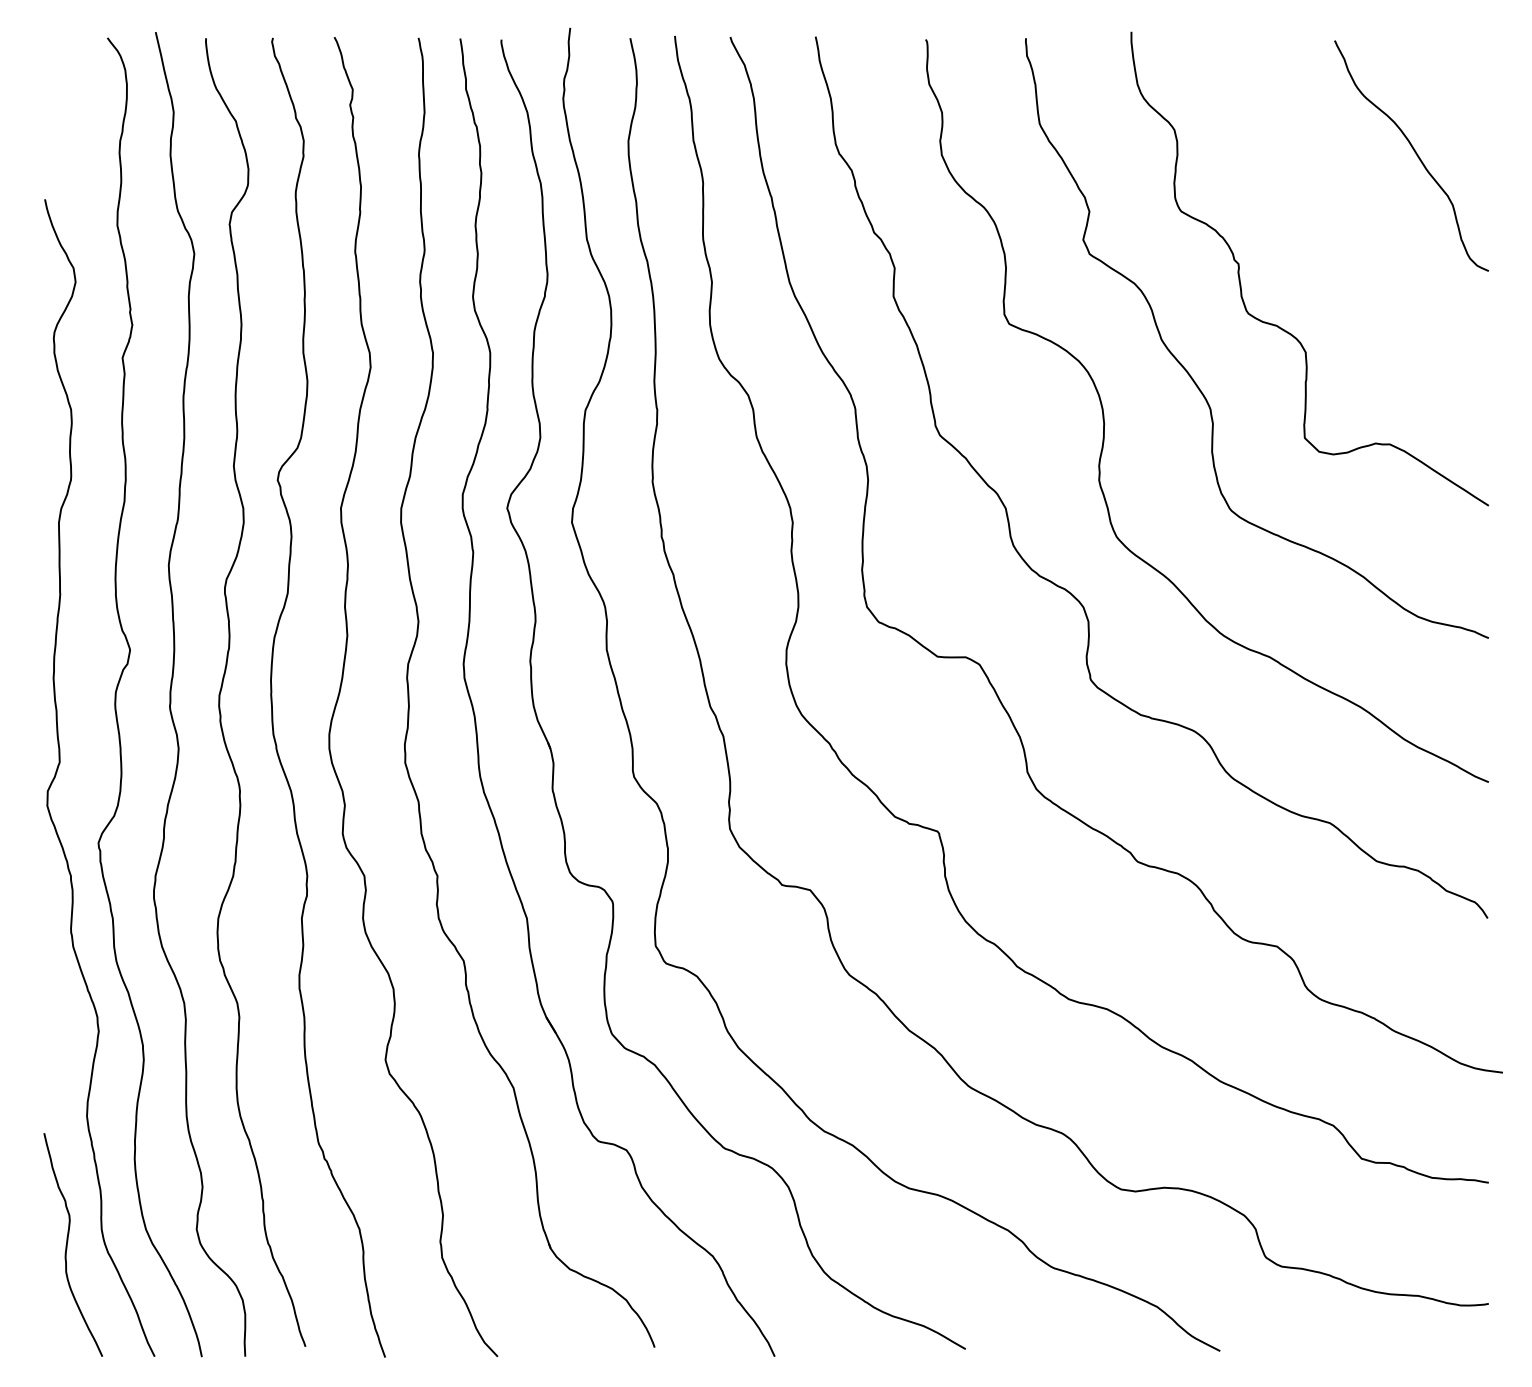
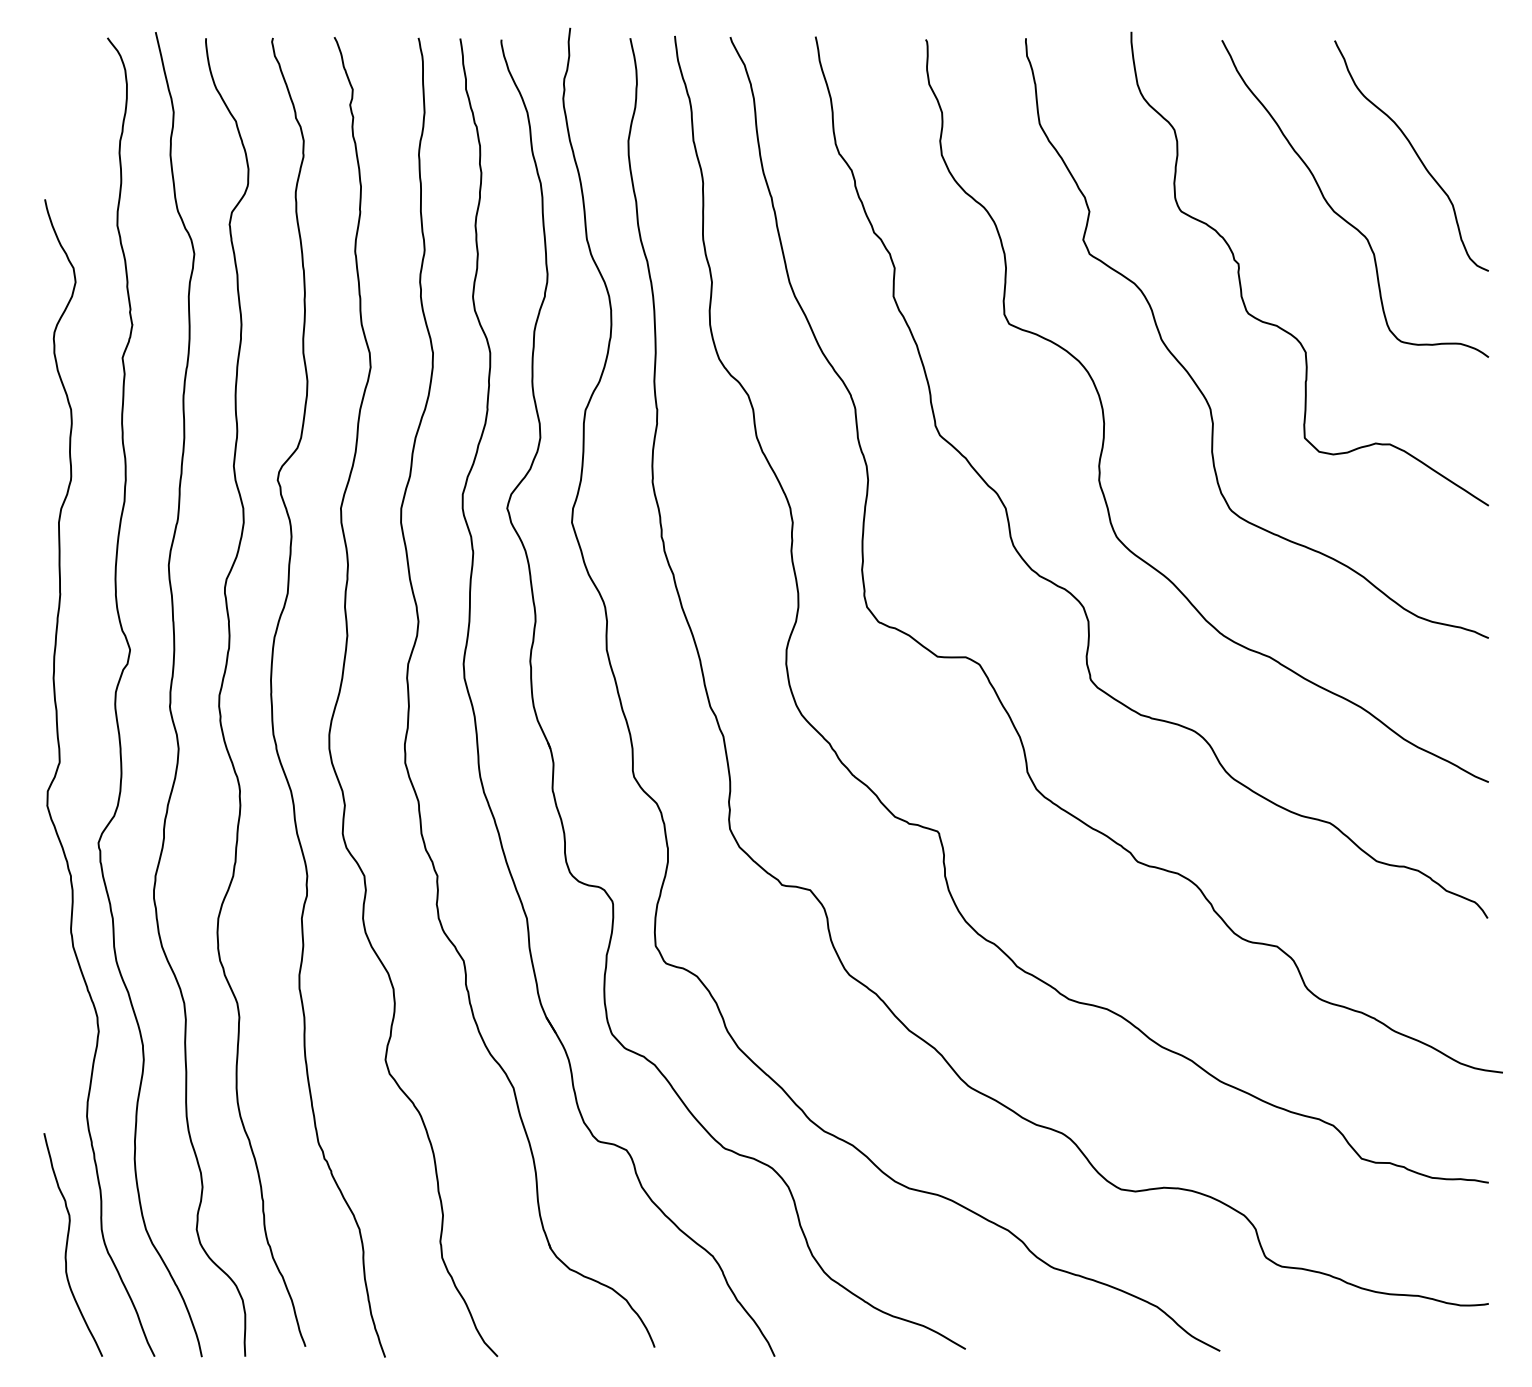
curve at (1343, 217): none -> present
